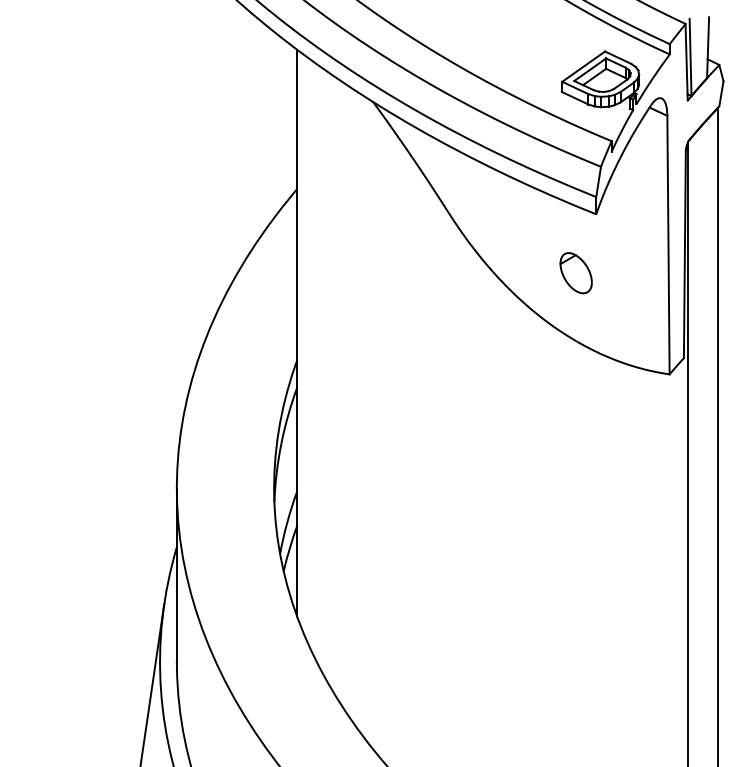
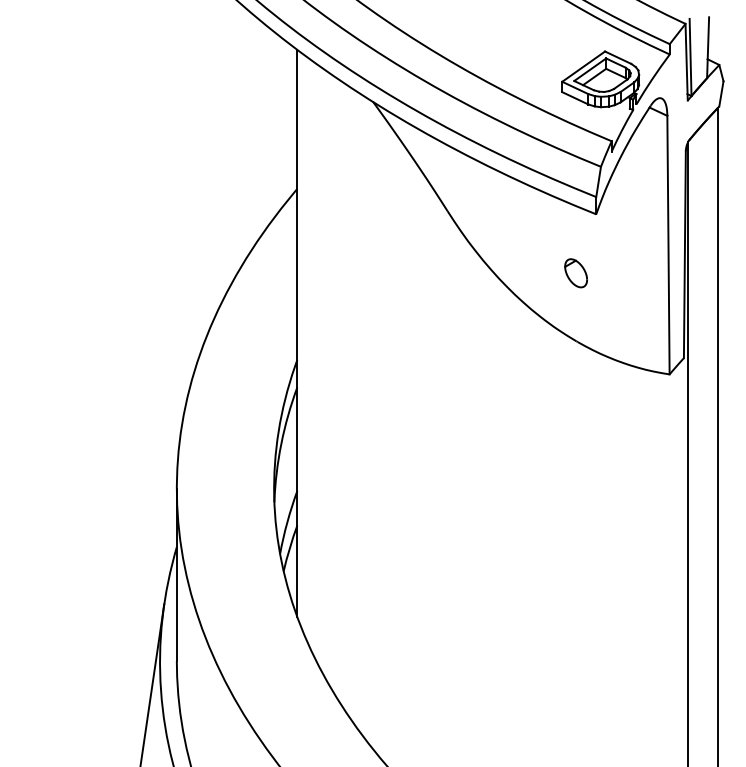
part at (575, 273) size: 34x43 px -> 24x31 px
